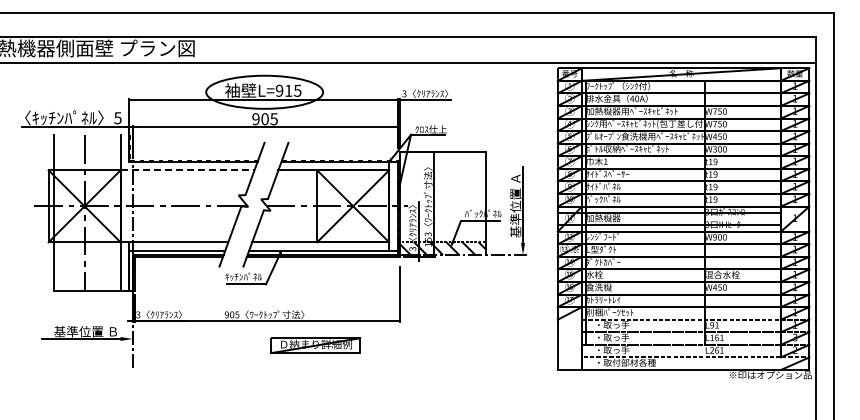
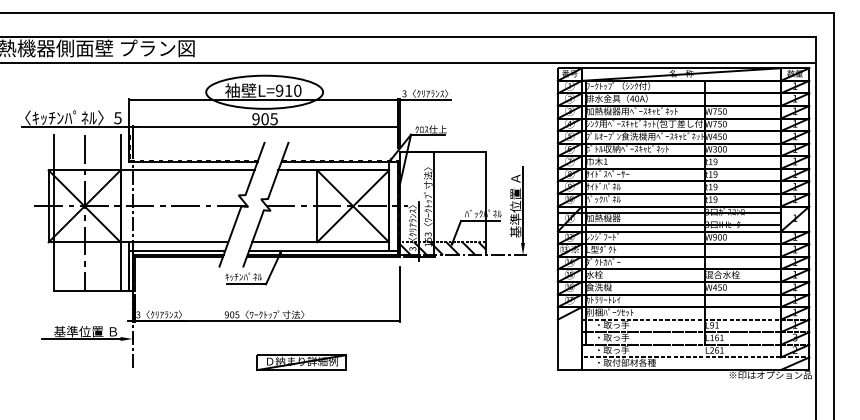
text at (297, 90): L=915 -> L=910
line at (187, 170): dashed -> solid
part at (315, 345) position: (315, 345) -> (301, 362)
